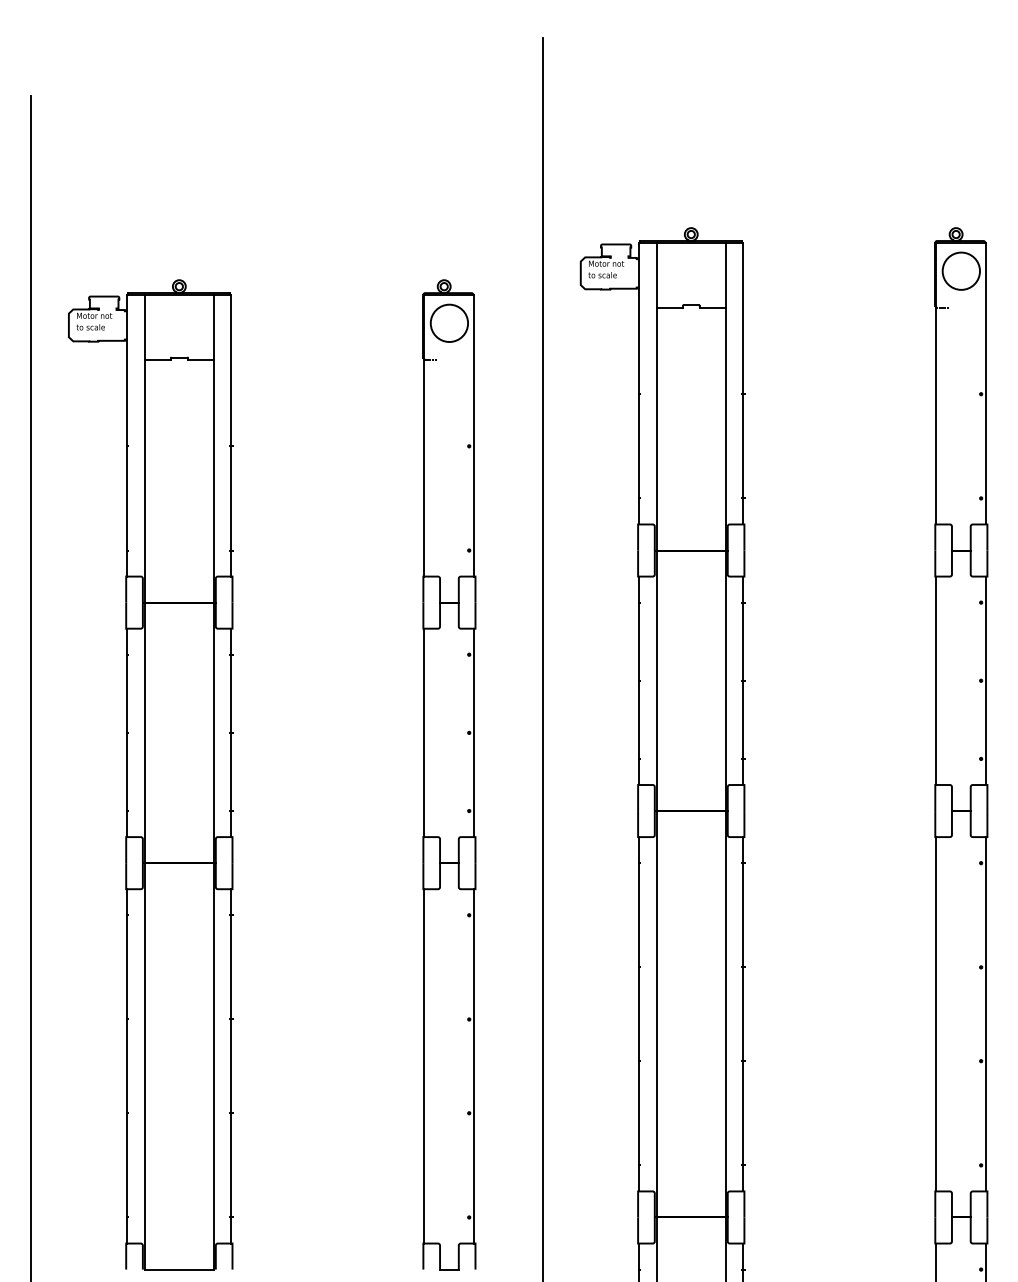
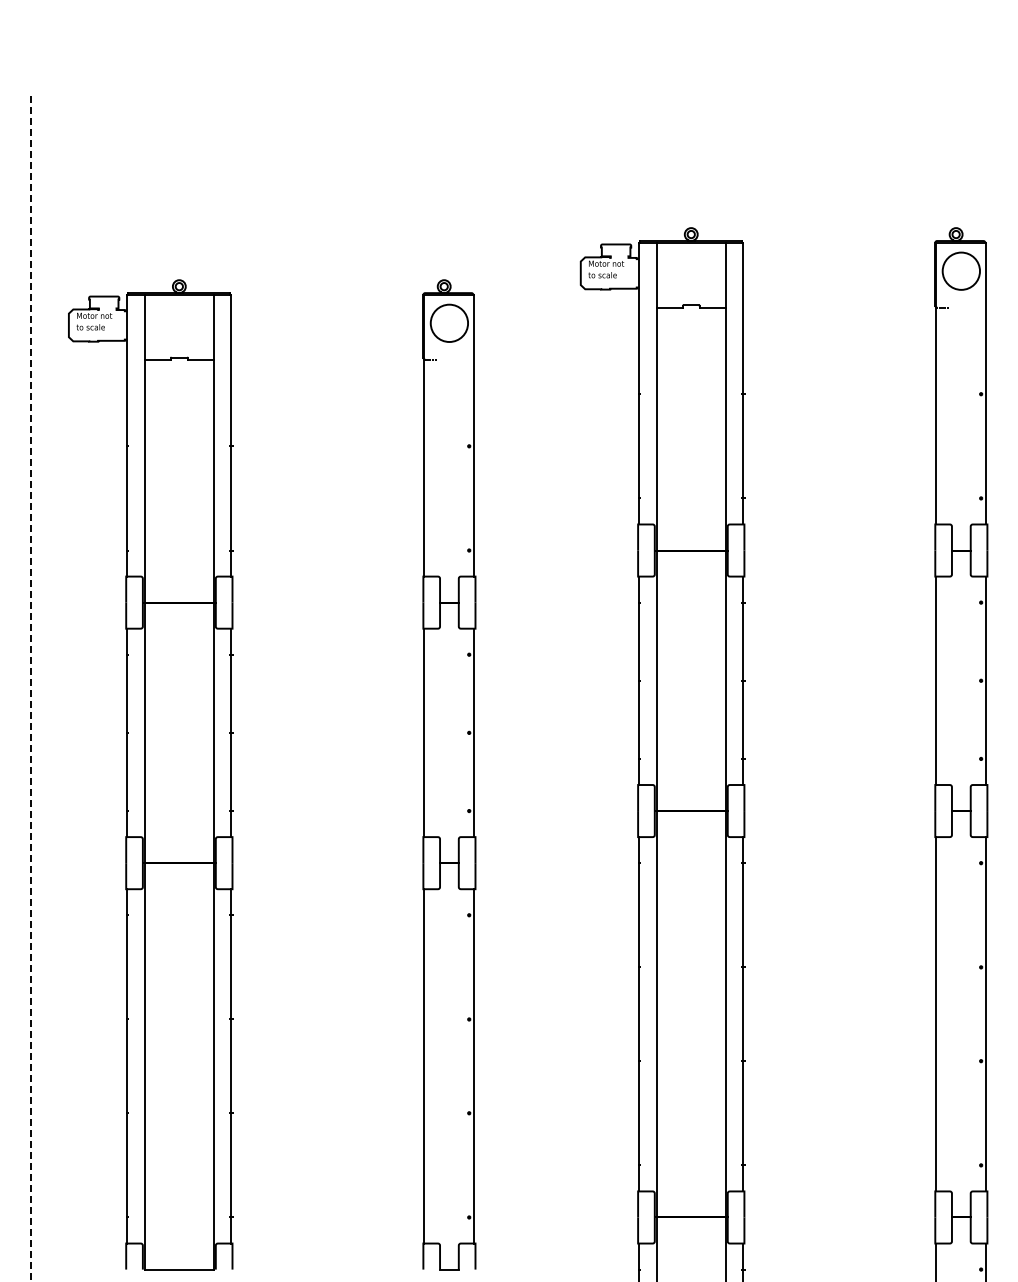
line at (542, 658): present -> none
line at (30, 688): solid -> dashed
